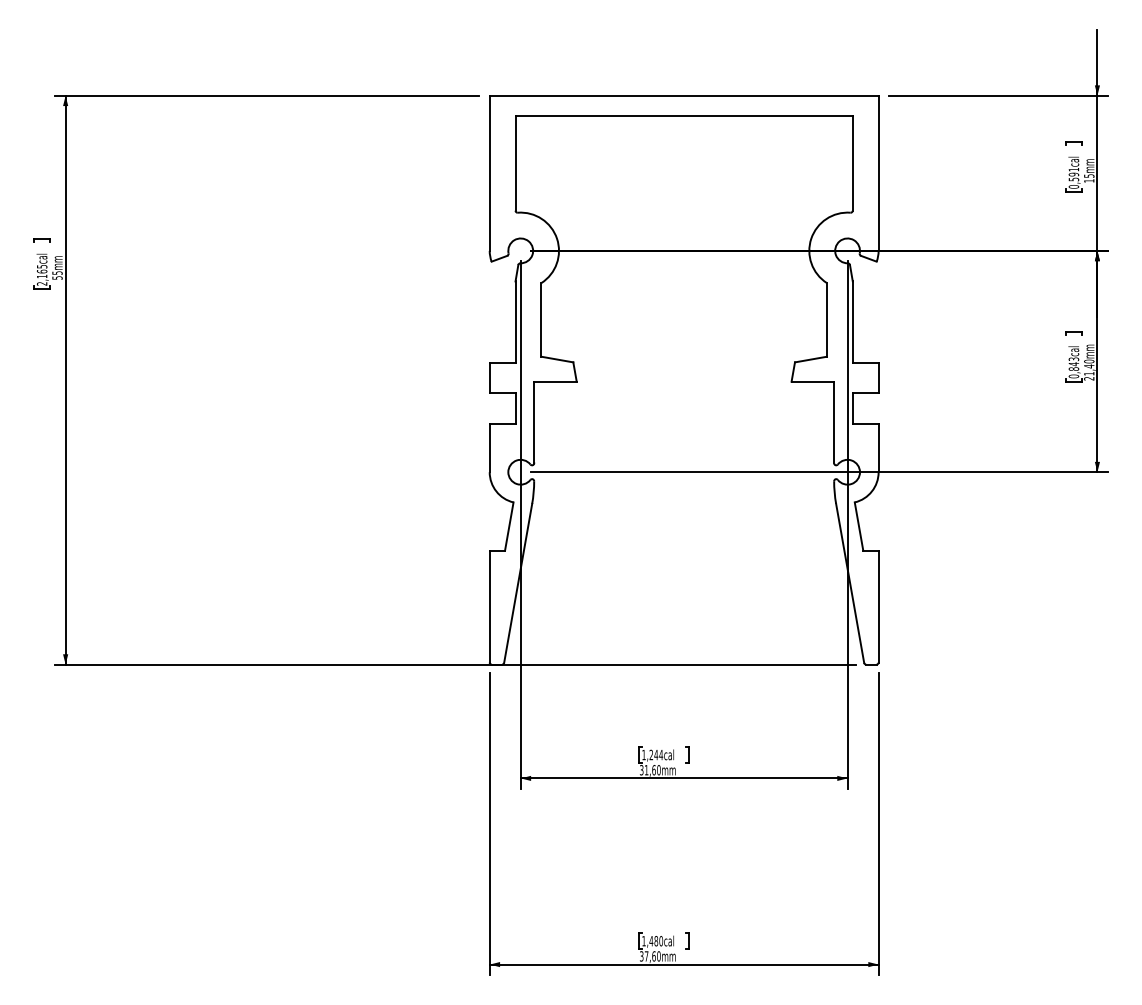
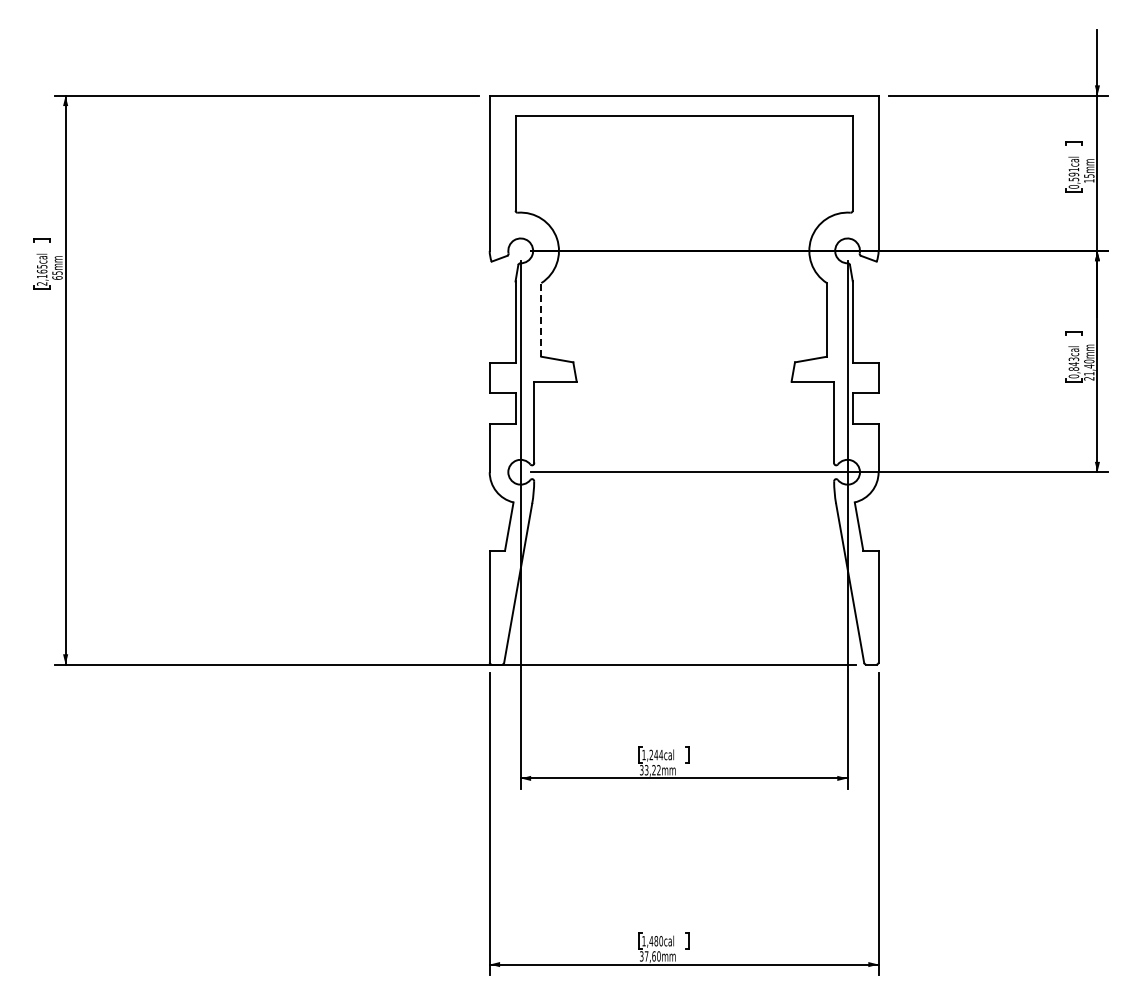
text at (57, 277): 55mm -> 65mm
line at (541, 319): solid -> dashed
text at (652, 770): 31,60mm -> 33,22mm
